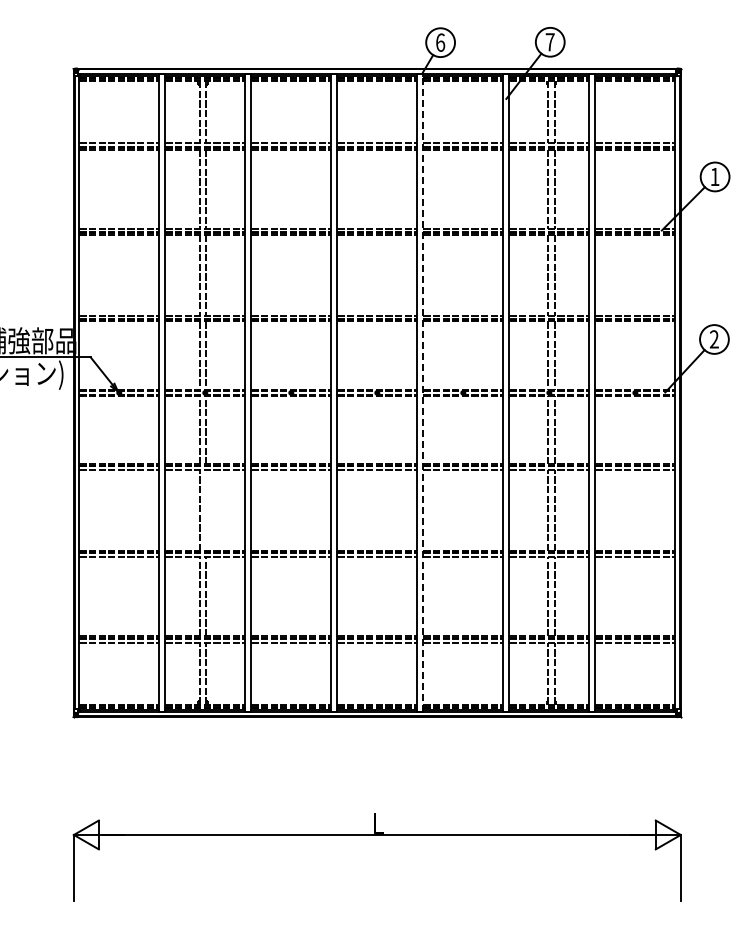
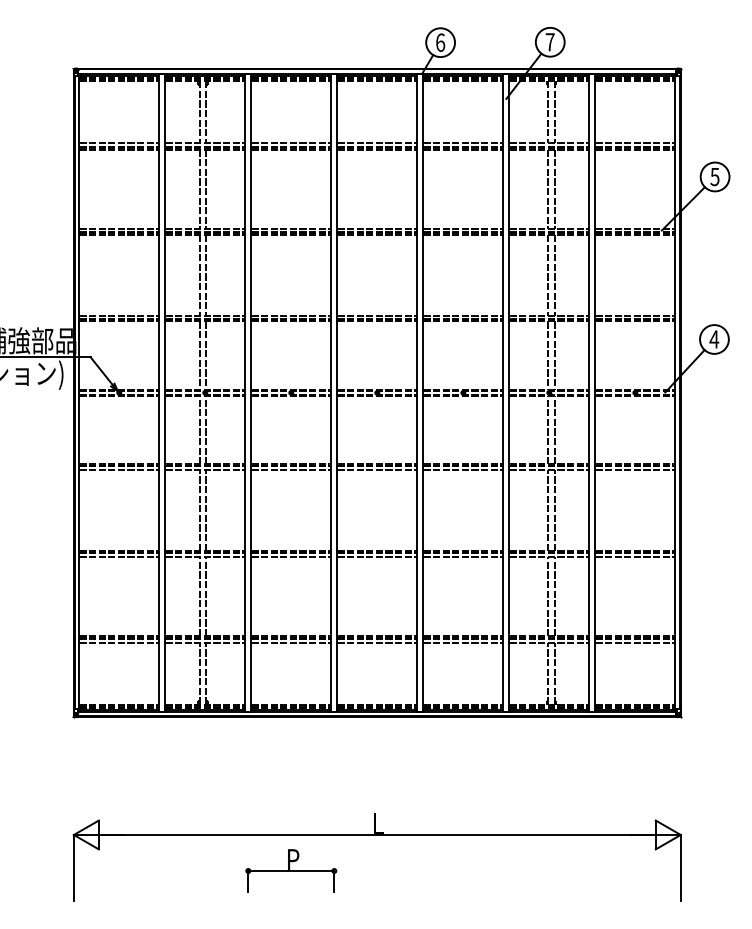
text at (714, 177): 1 -> 5
text at (714, 339): 2 -> 4
line at (423, 392): dashed -> solid
line at (206, 510): none -> present
part at (291, 870): none -> present
